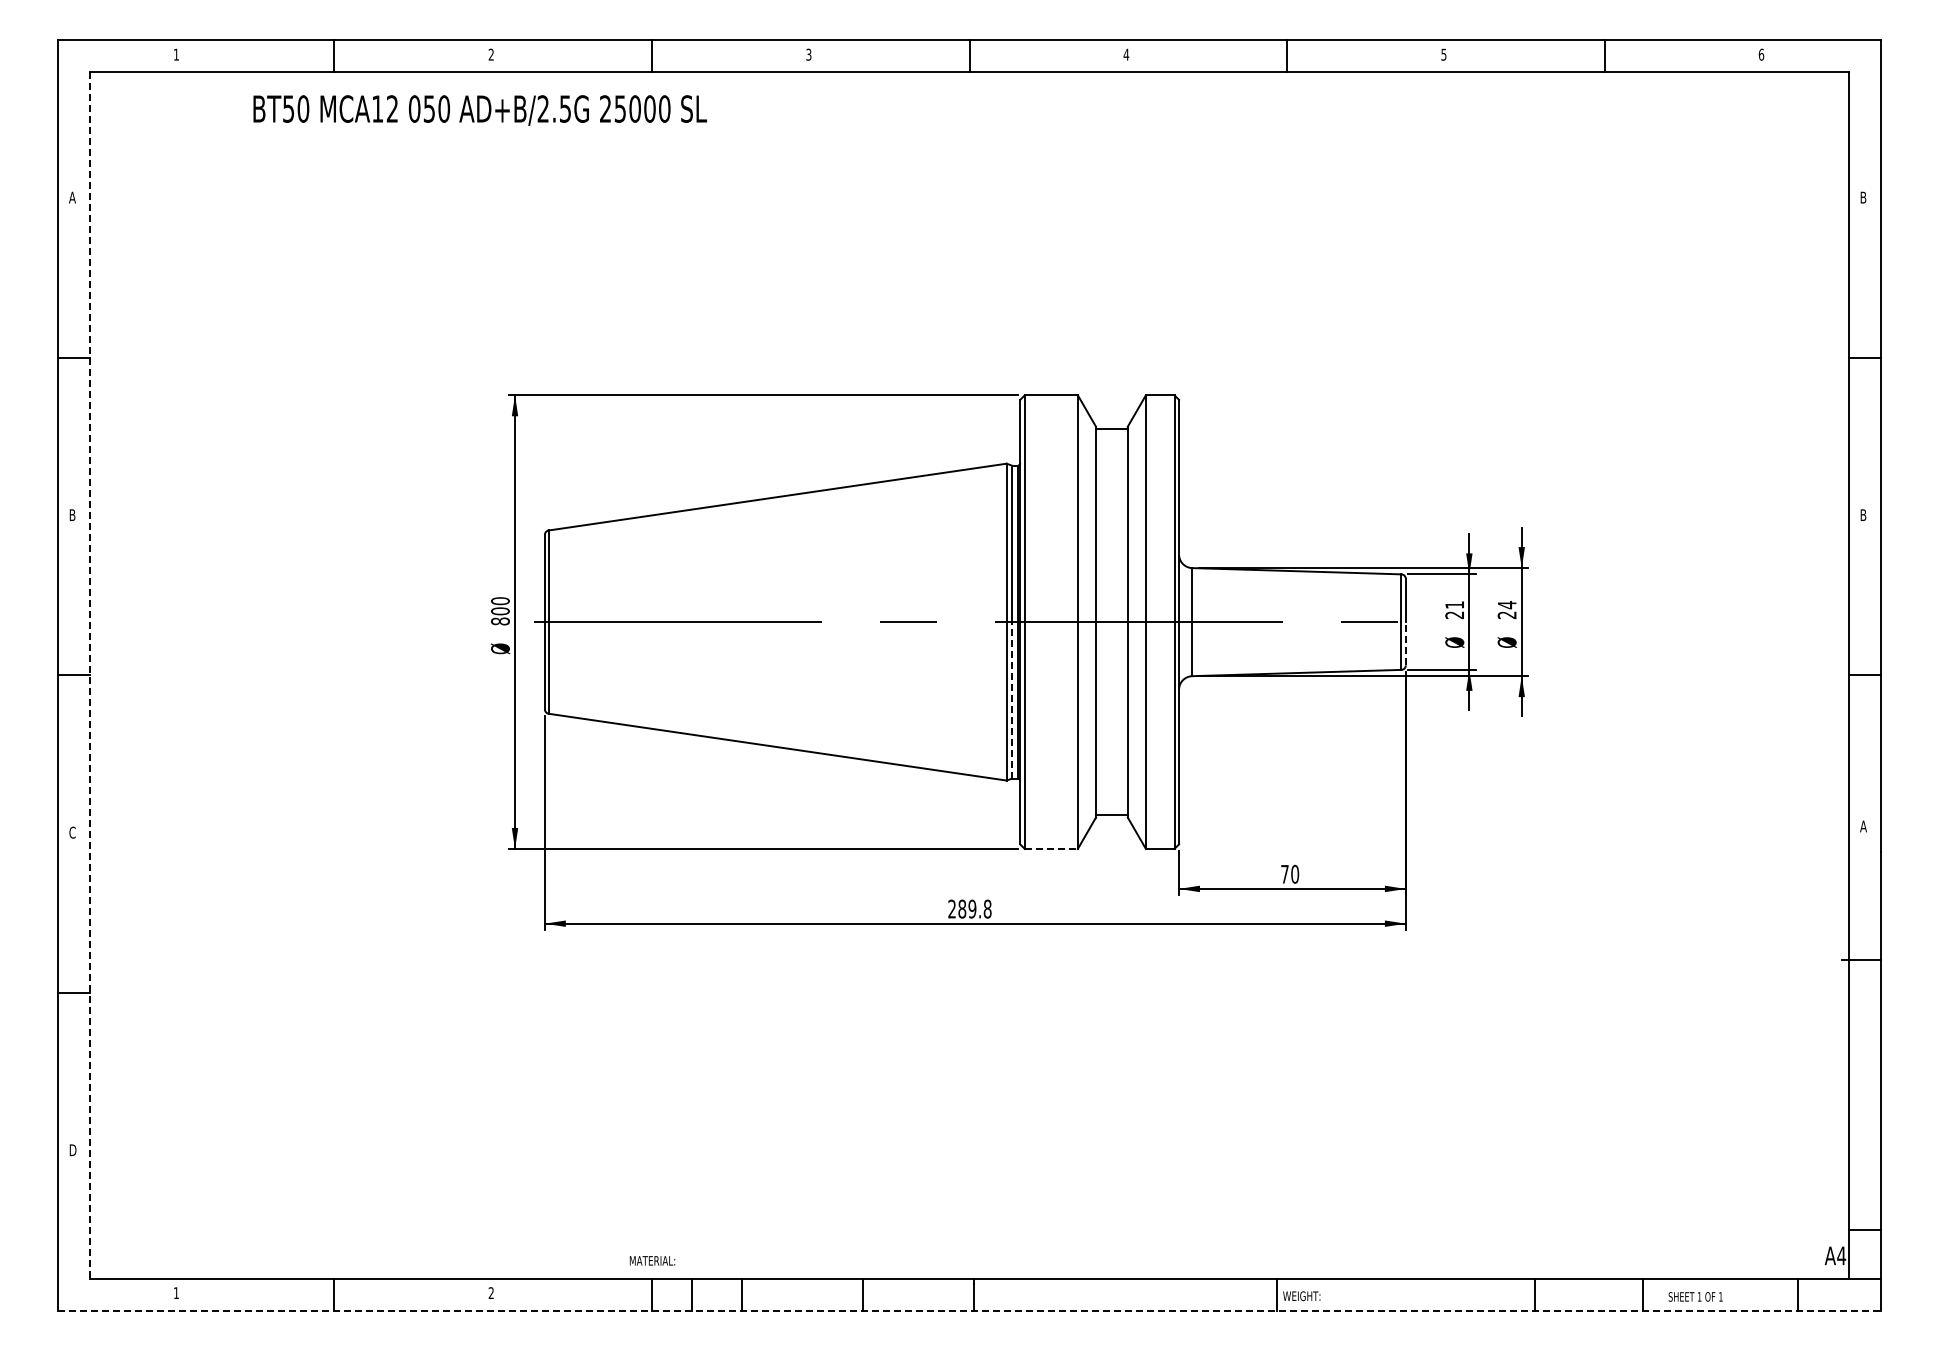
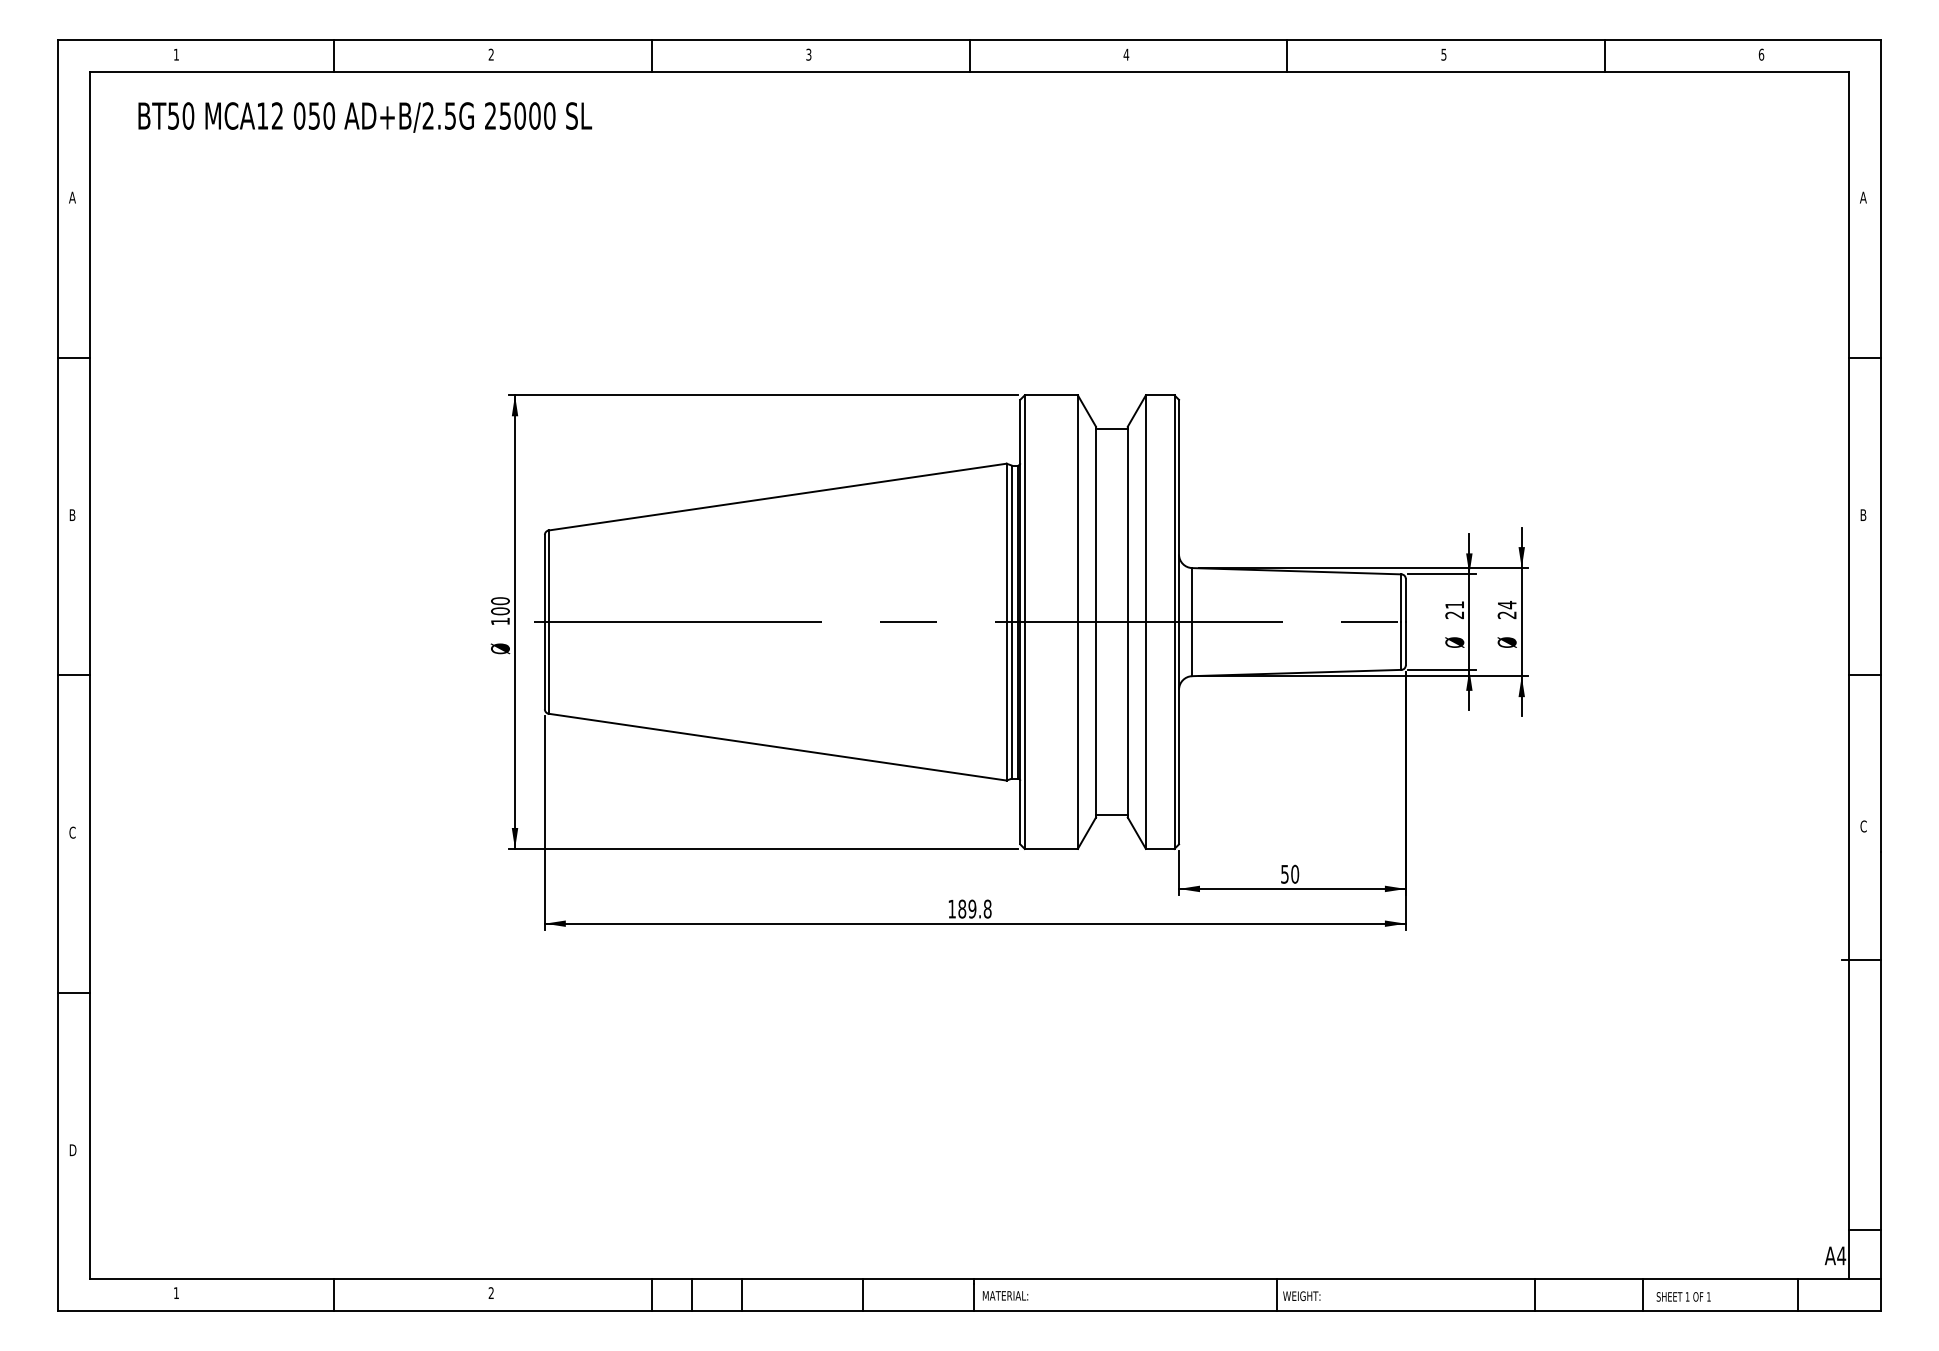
text at (480, 110) position: (480, 110) -> (365, 117)
text at (1863, 197): B -> A
text at (500, 621): 800 -> 100
line at (1405, 643): dashed -> solid
line at (89, 676): dashed -> solid
line at (1011, 699): dashed -> solid
text at (1863, 826): A -> C
line at (1051, 848): dashed -> solid
text at (1284, 874): 70 -> 50
text at (951, 908): 289.8 -> 189.8
text at (652, 1260) position: (652, 1260) -> (1005, 1295)
text at (1695, 1296) position: (1695, 1296) -> (1683, 1296)
line at (969, 1310): dashed -> solid
